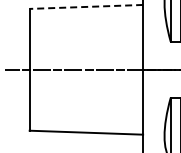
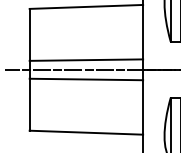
line at (86, 6): dashed -> solid
line at (86, 59): none -> present
line at (86, 79): none -> present
